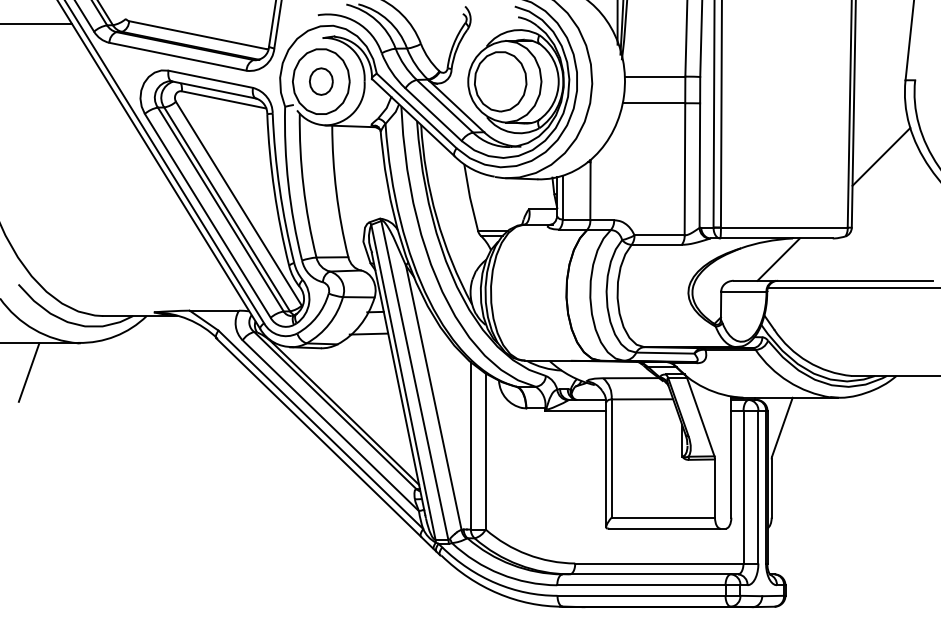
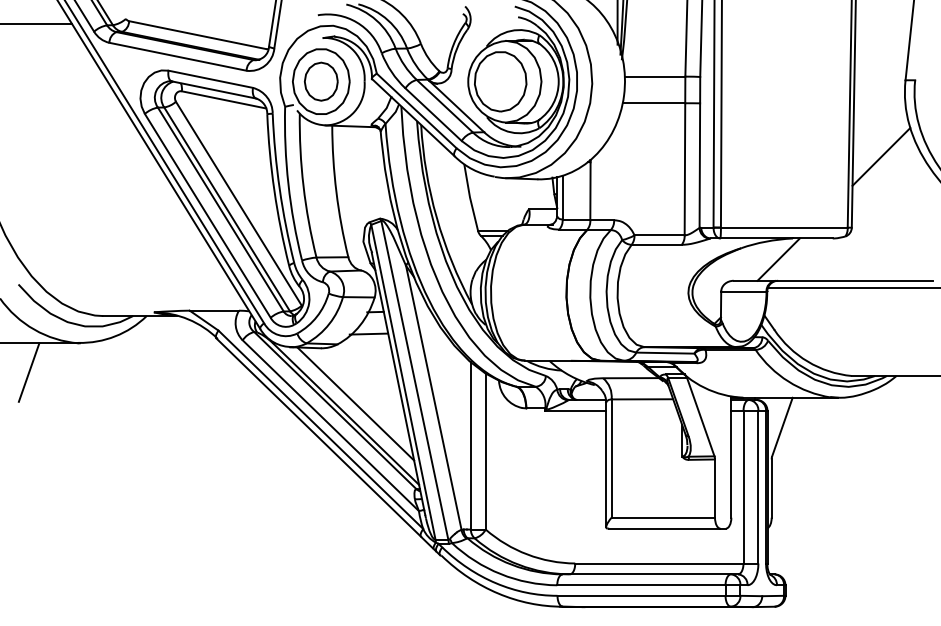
part at (321, 81) size: 25x29 px -> 35x41 px
line at (355, 403): none -> present
